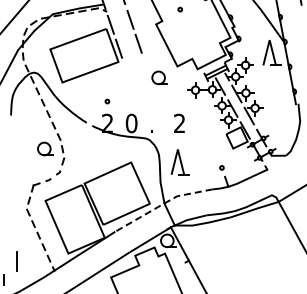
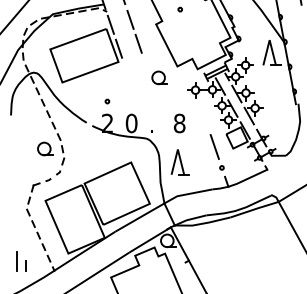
text at (179, 123): 2 -> 8
line at (214, 146): none -> present
line at (162, 204): dashed -> solid
line at (3, 279) position: (3, 279) -> (25, 265)
